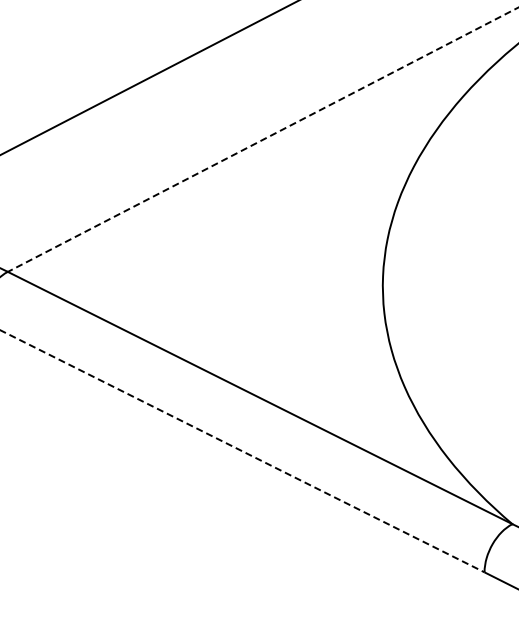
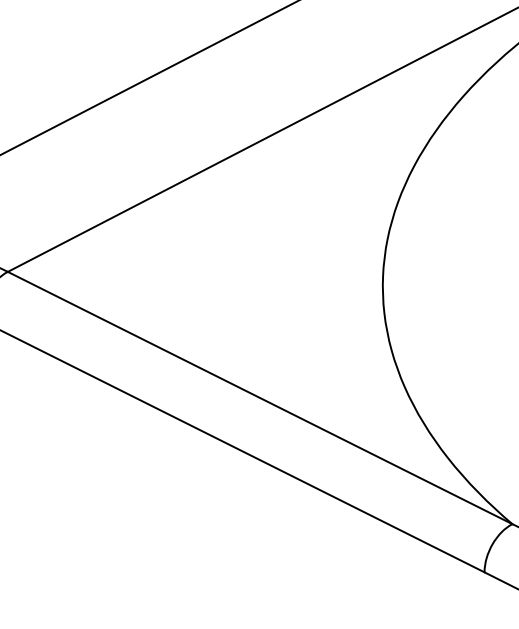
line at (262, 140): dashed -> solid
line at (242, 451): dashed -> solid
